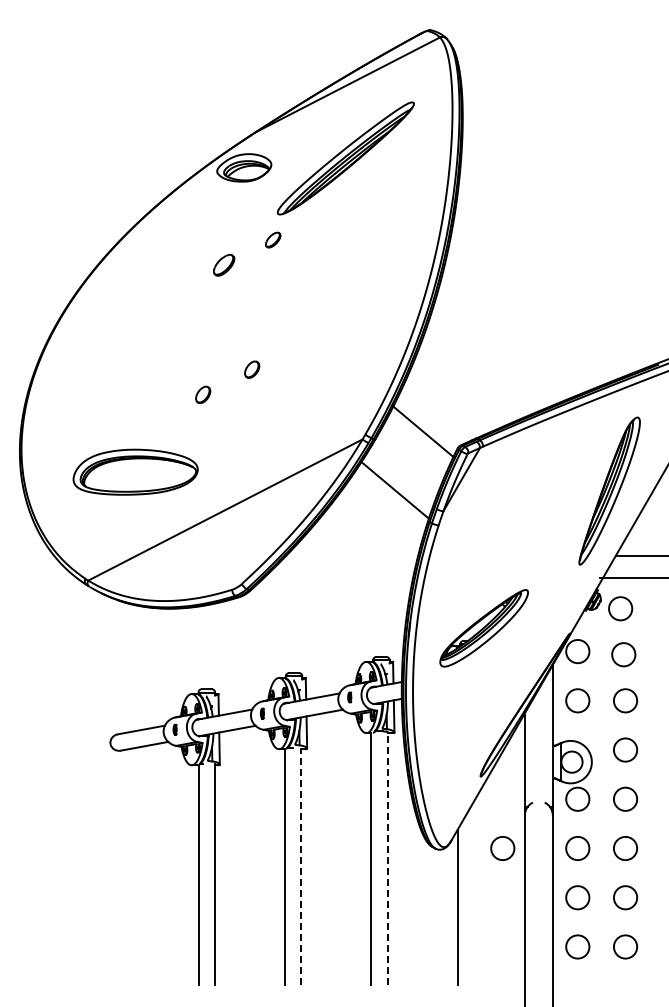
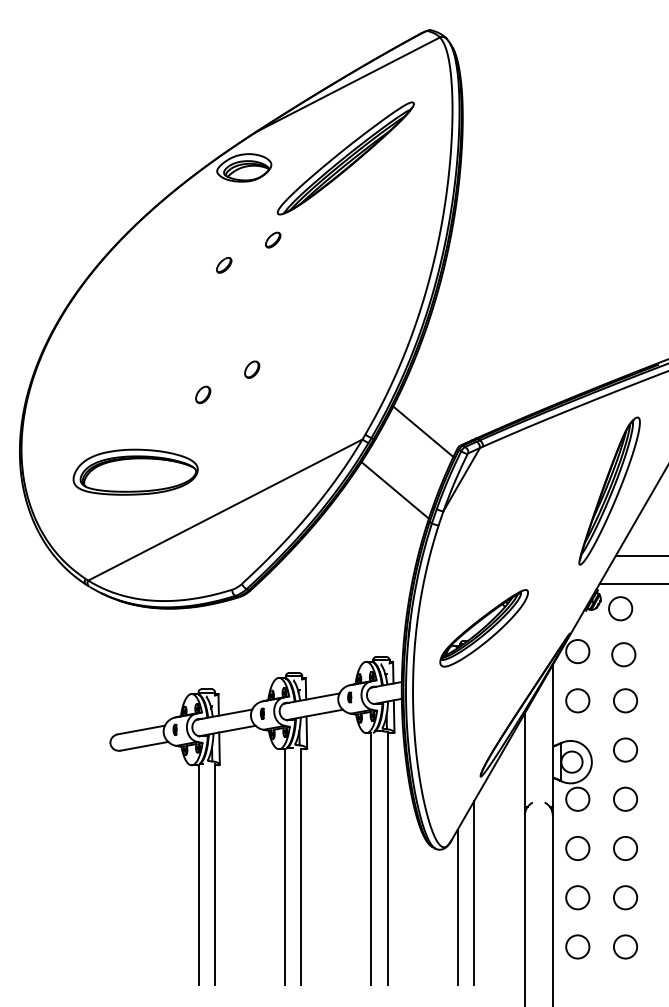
part at (224, 265) size: 23x23 px -> 17x17 px
line at (632, 577) position: (632, 577) -> (632, 583)
circle at (502, 848): present -> none
line at (387, 858): dashed -> solid
line at (301, 866): dashed -> solid
line at (474, 893): none -> present
